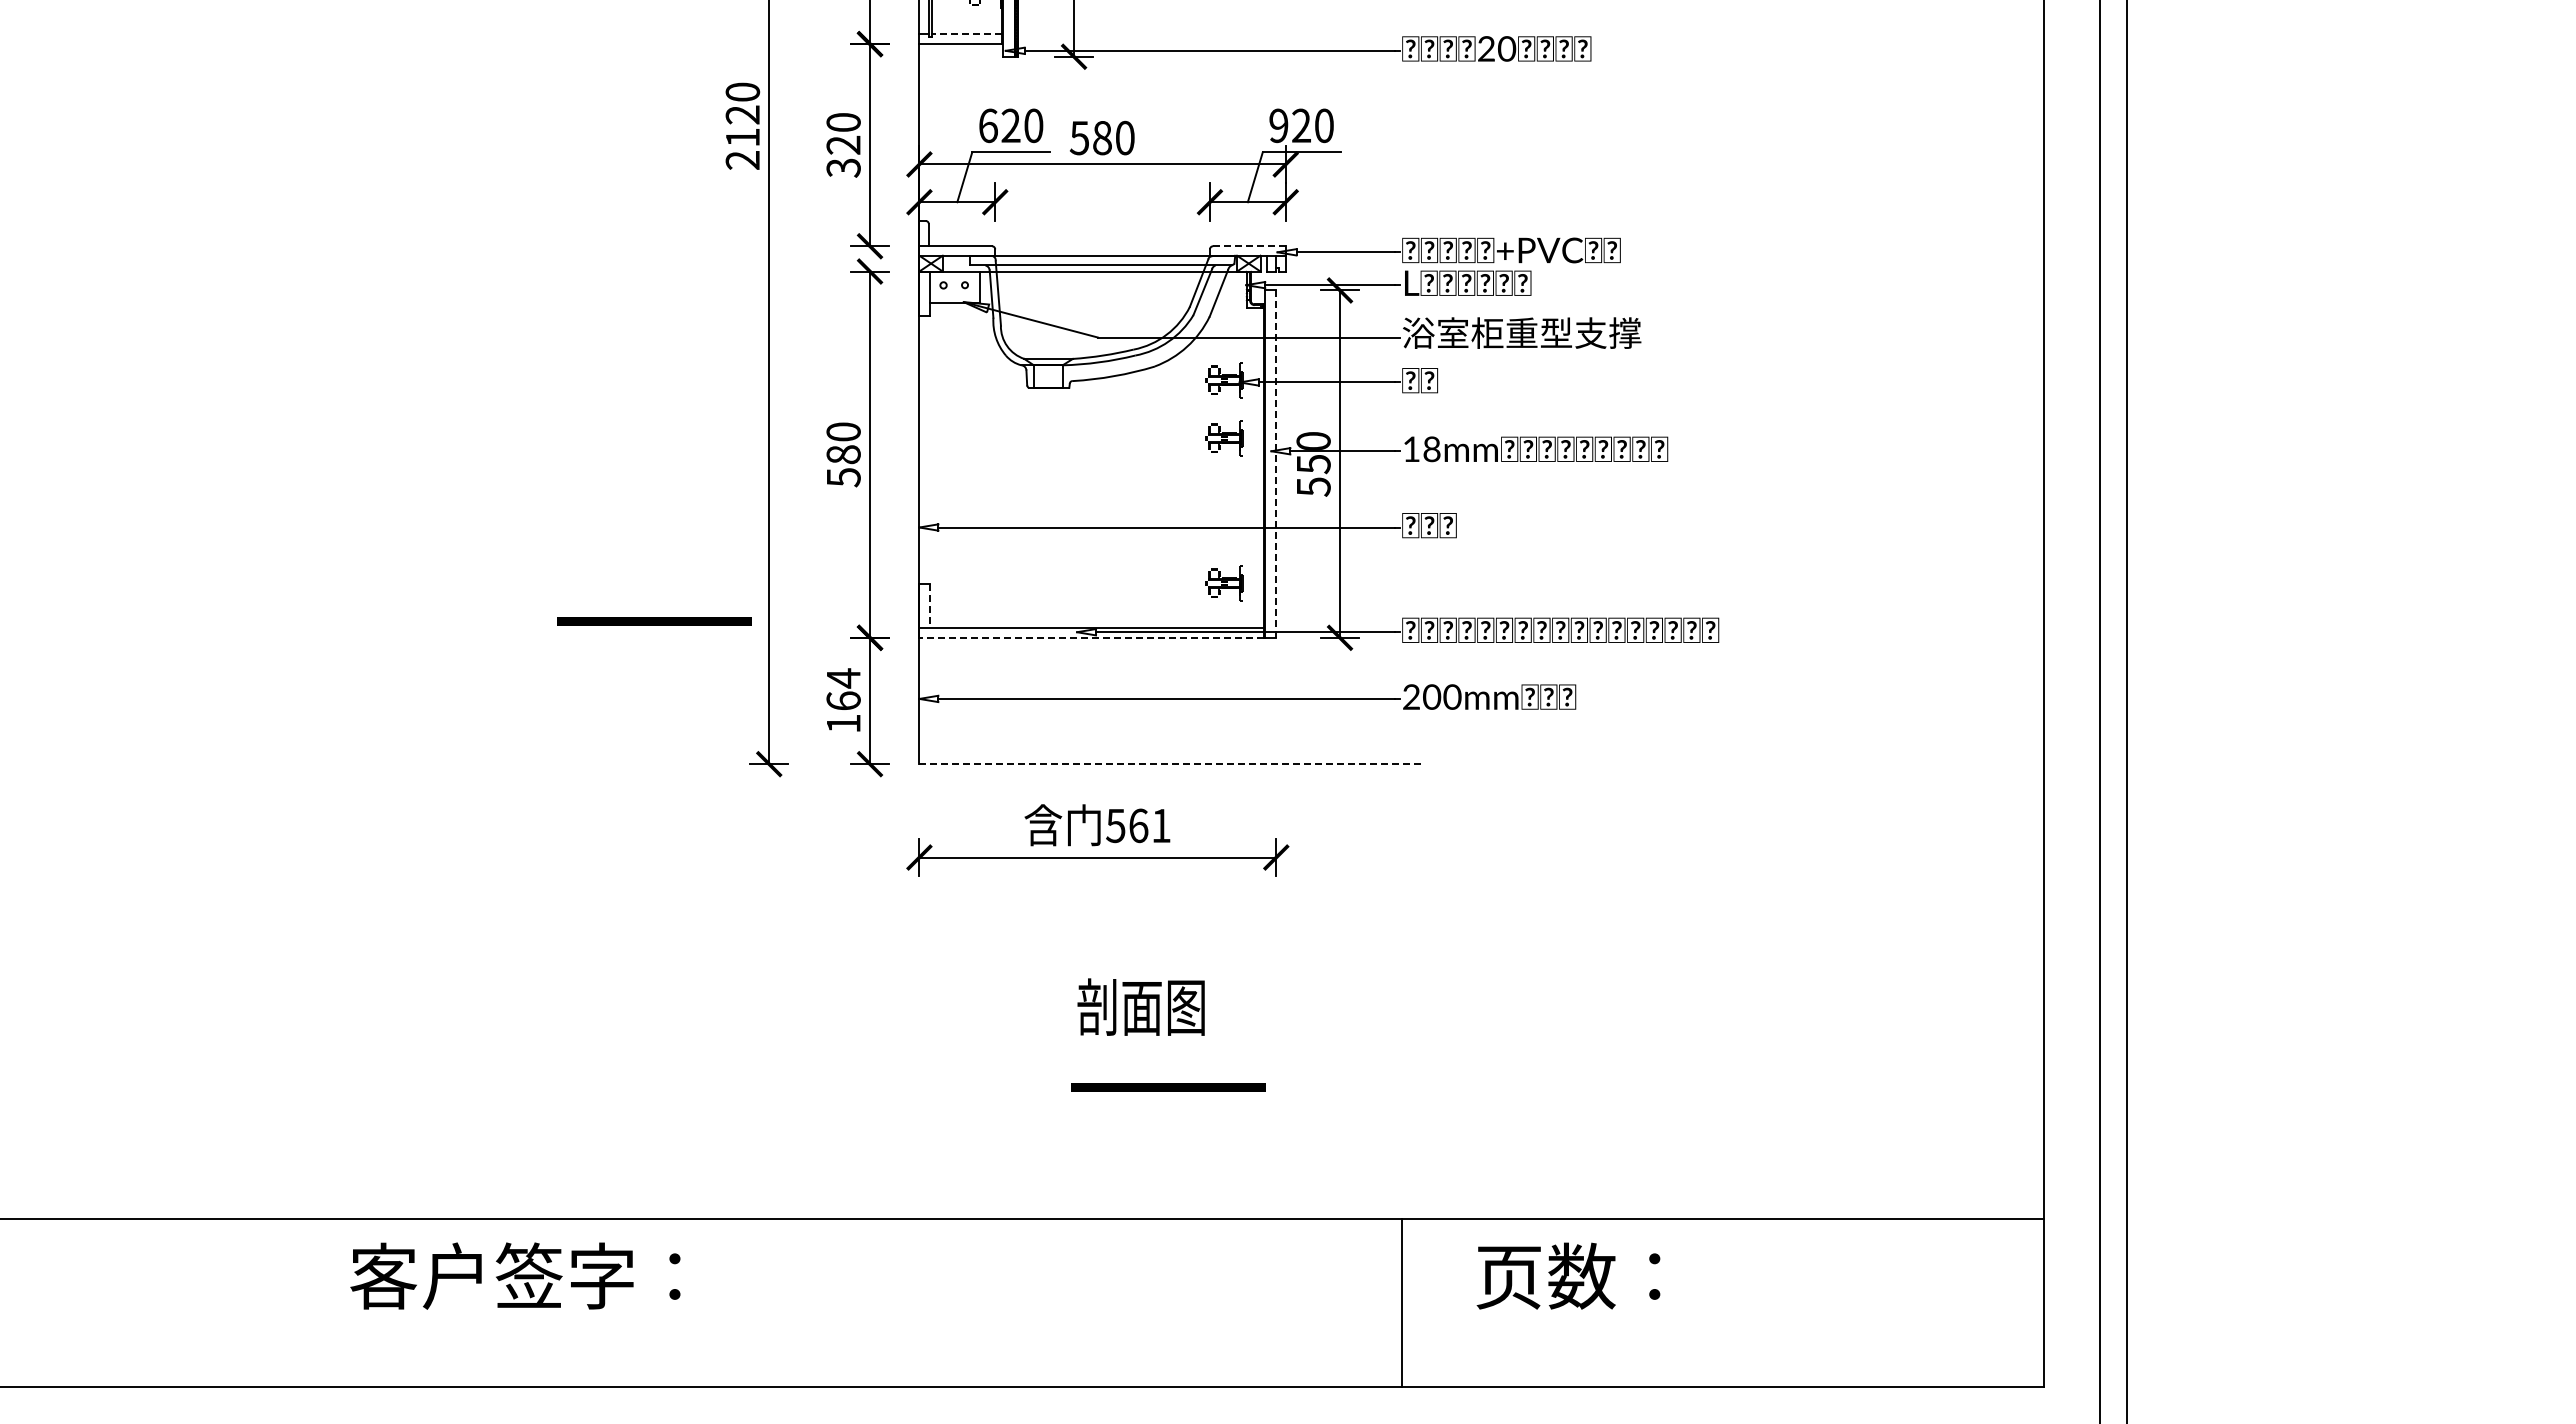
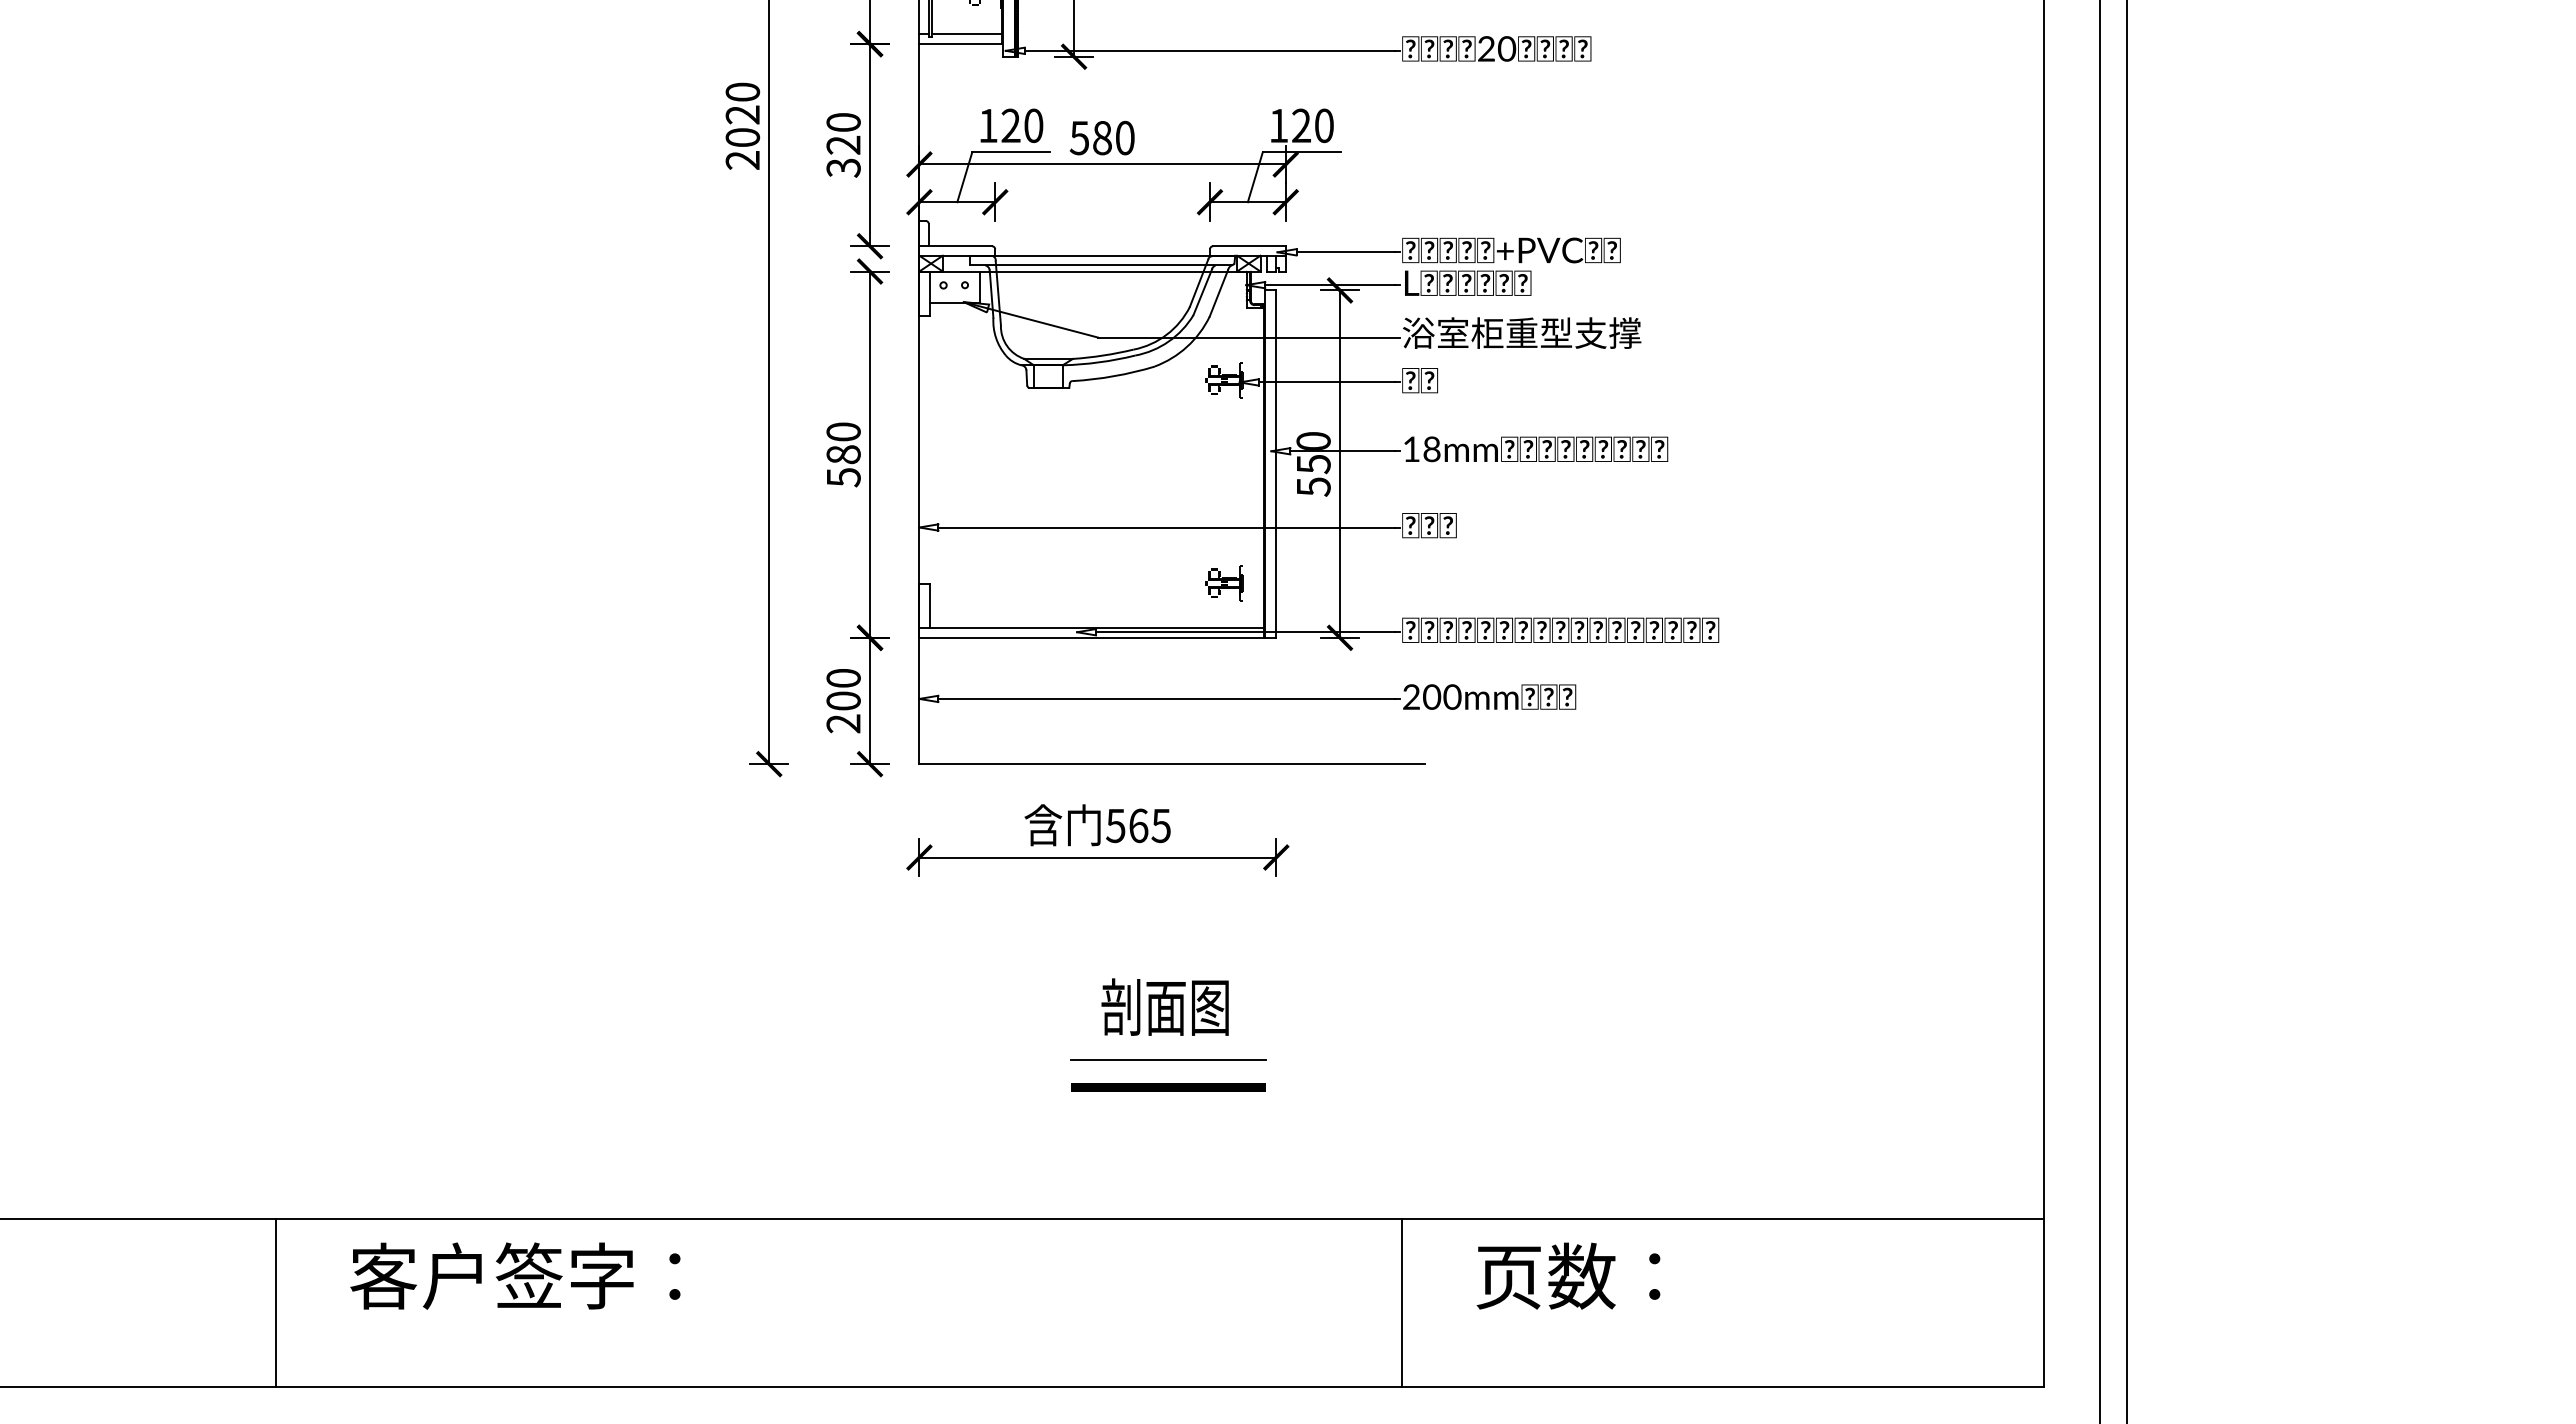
line at (967, 34): dashed -> solid
text at (988, 125): 620 -> 120
text at (1278, 125): 920 -> 120
text at (742, 137): 2120 -> 2020
line at (1249, 246): dashed -> solid
part at (1224, 438): present -> none
line at (1276, 464): dashed -> solid
line at (929, 606): dashed -> solid
line at (654, 621): present -> none
line at (1091, 637): dashed -> solid
text at (843, 700): 164 -> 200
line at (1172, 764): dashed -> solid
text at (1160, 826): 561 -> 565
text at (1140, 1006) position: (1140, 1006) -> (1164, 1006)
line at (1168, 1060): none -> present
line at (276, 1302): none -> present
